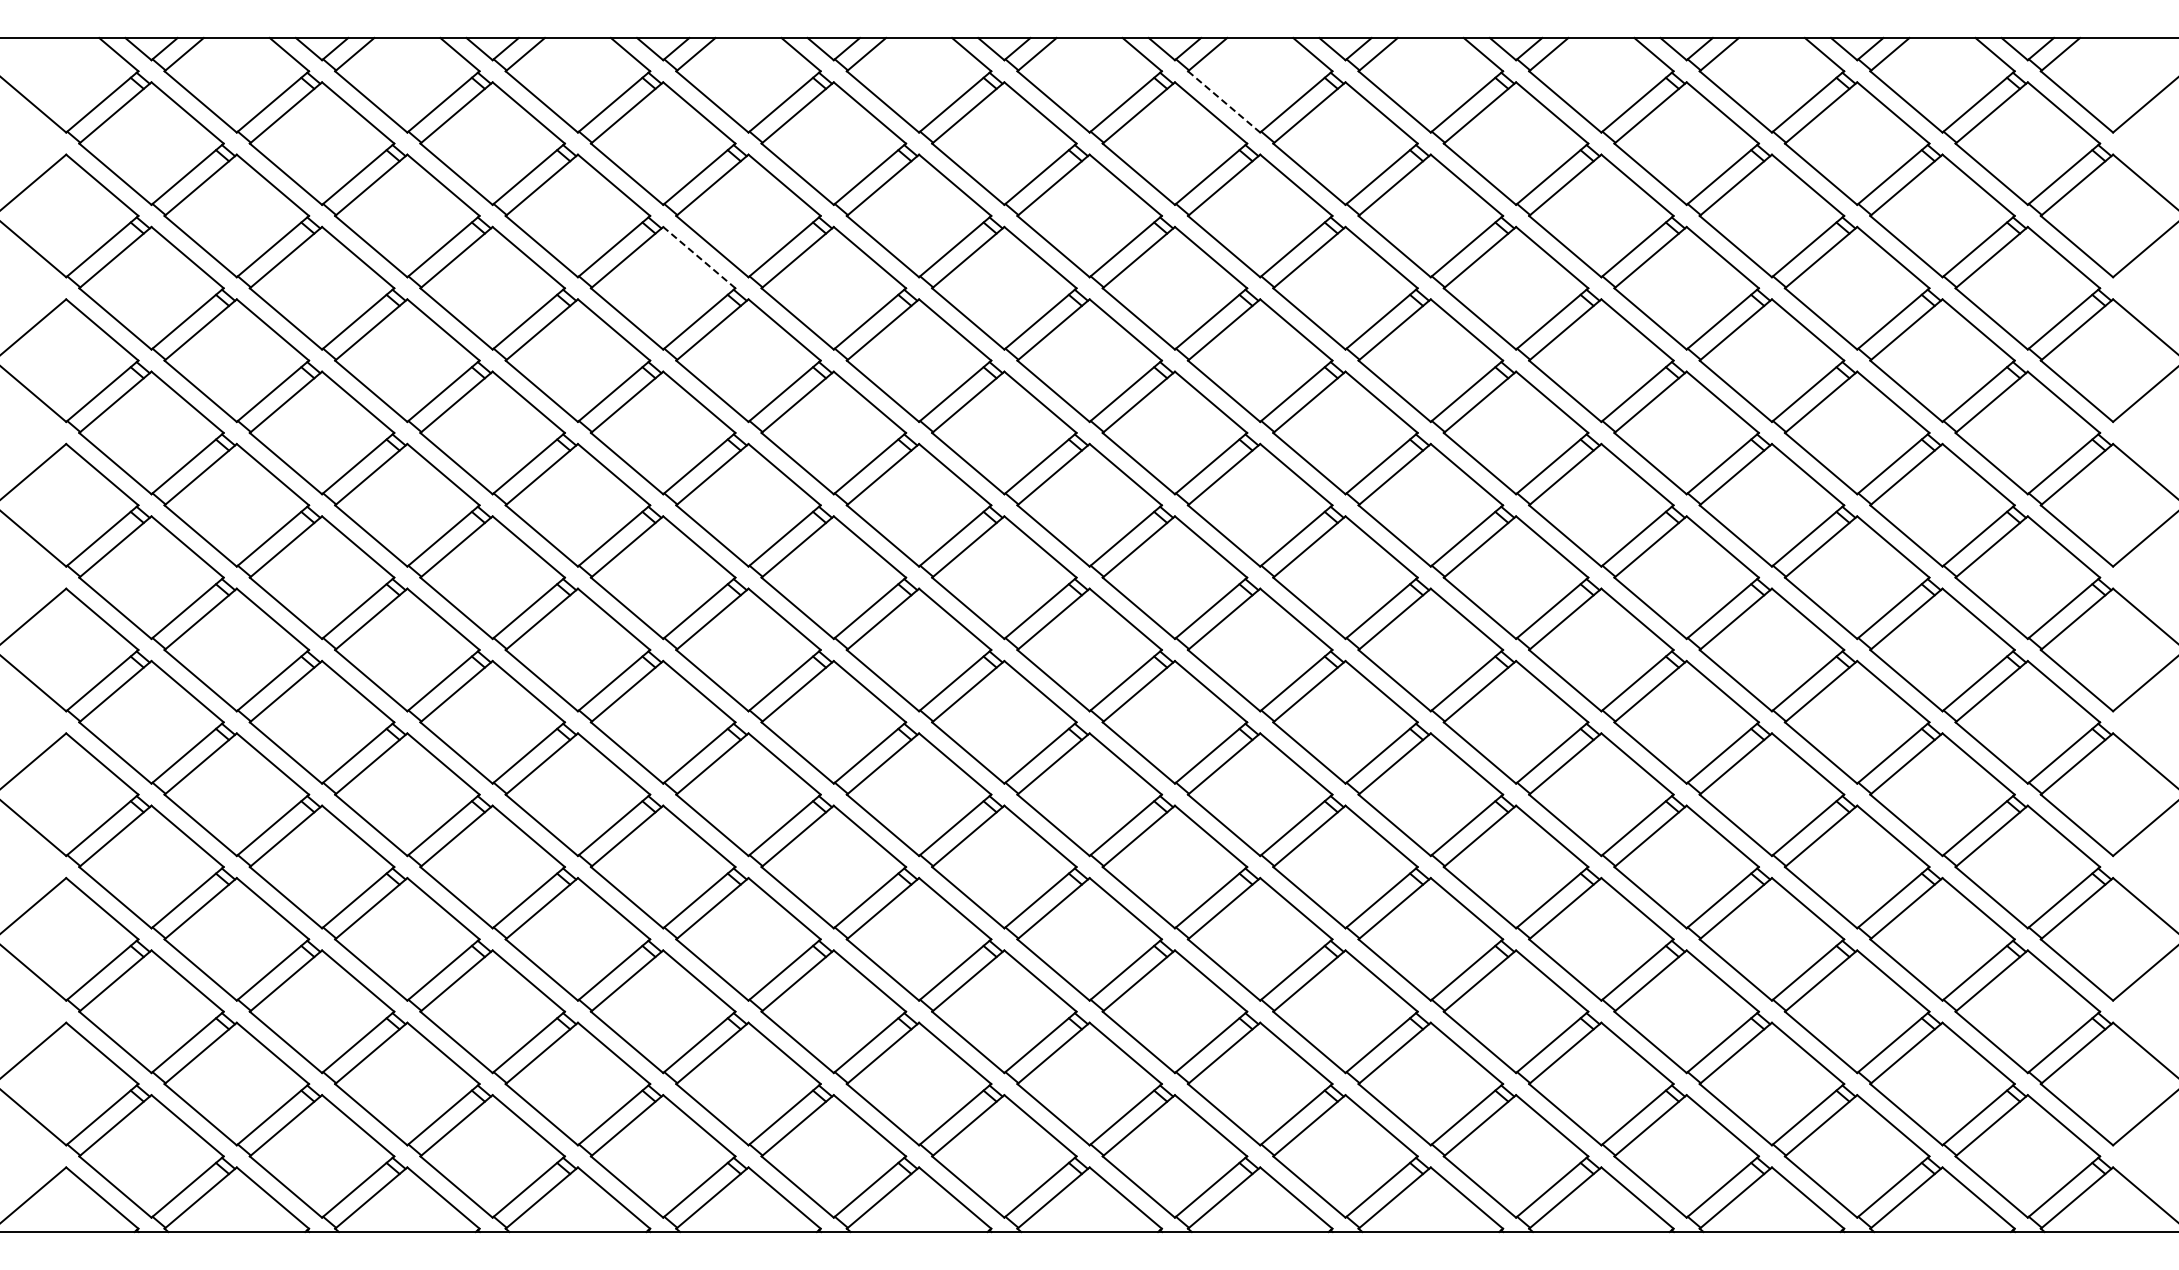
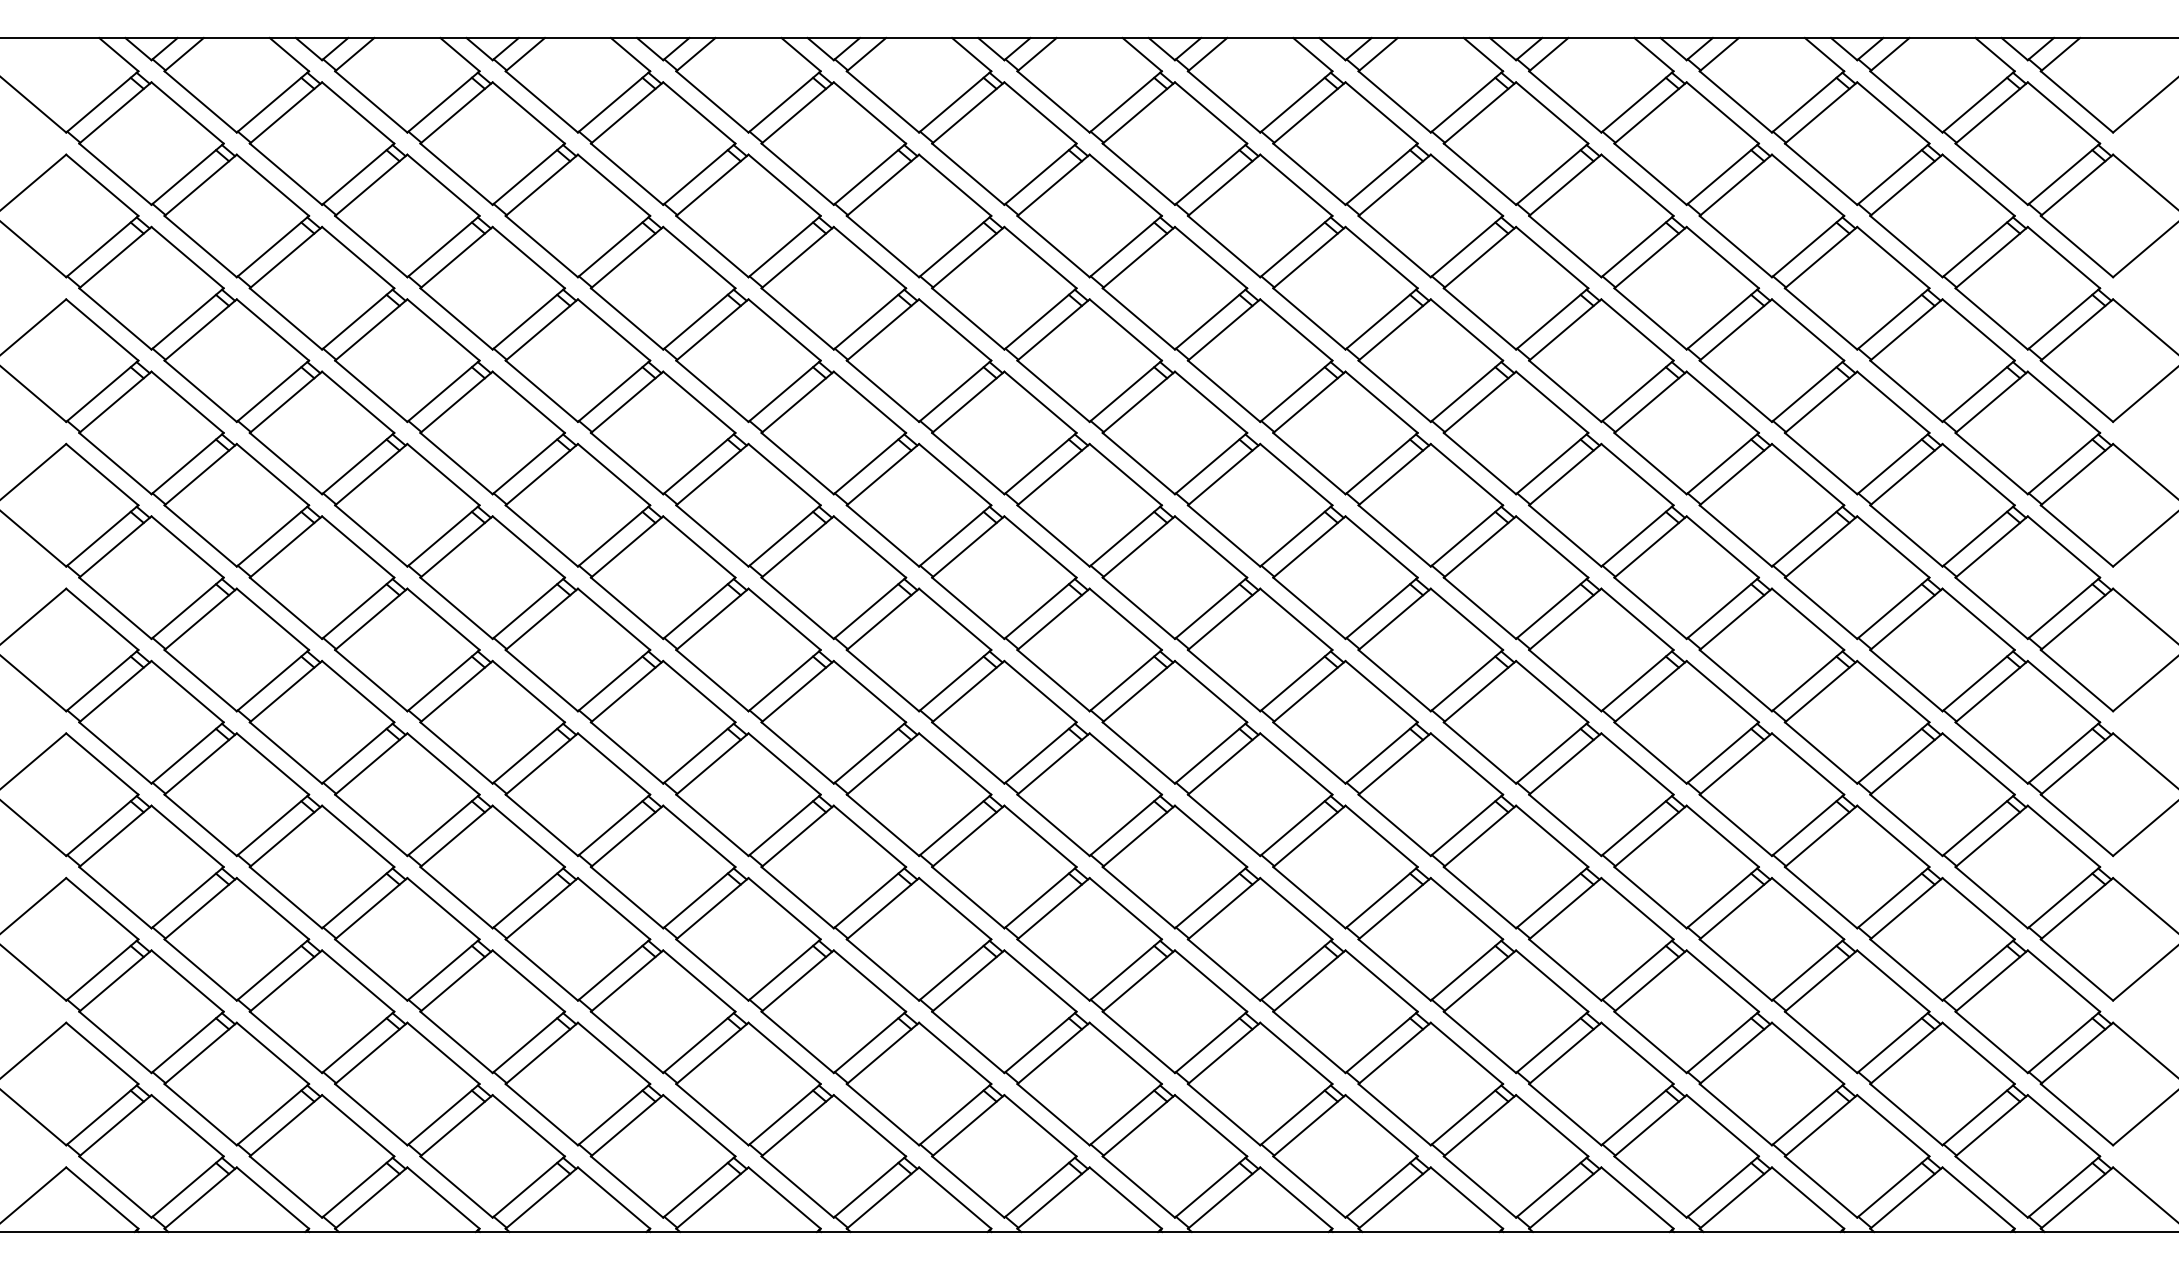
line at (1224, 102): dashed -> solid
line at (698, 257): dashed -> solid
